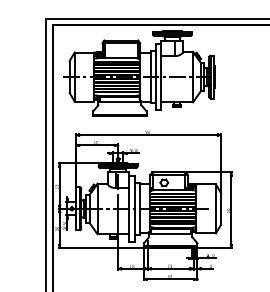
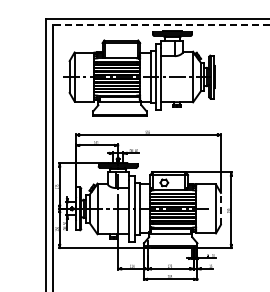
line at (160, 25): solid -> dashed
line at (220, 208): solid -> dashed
